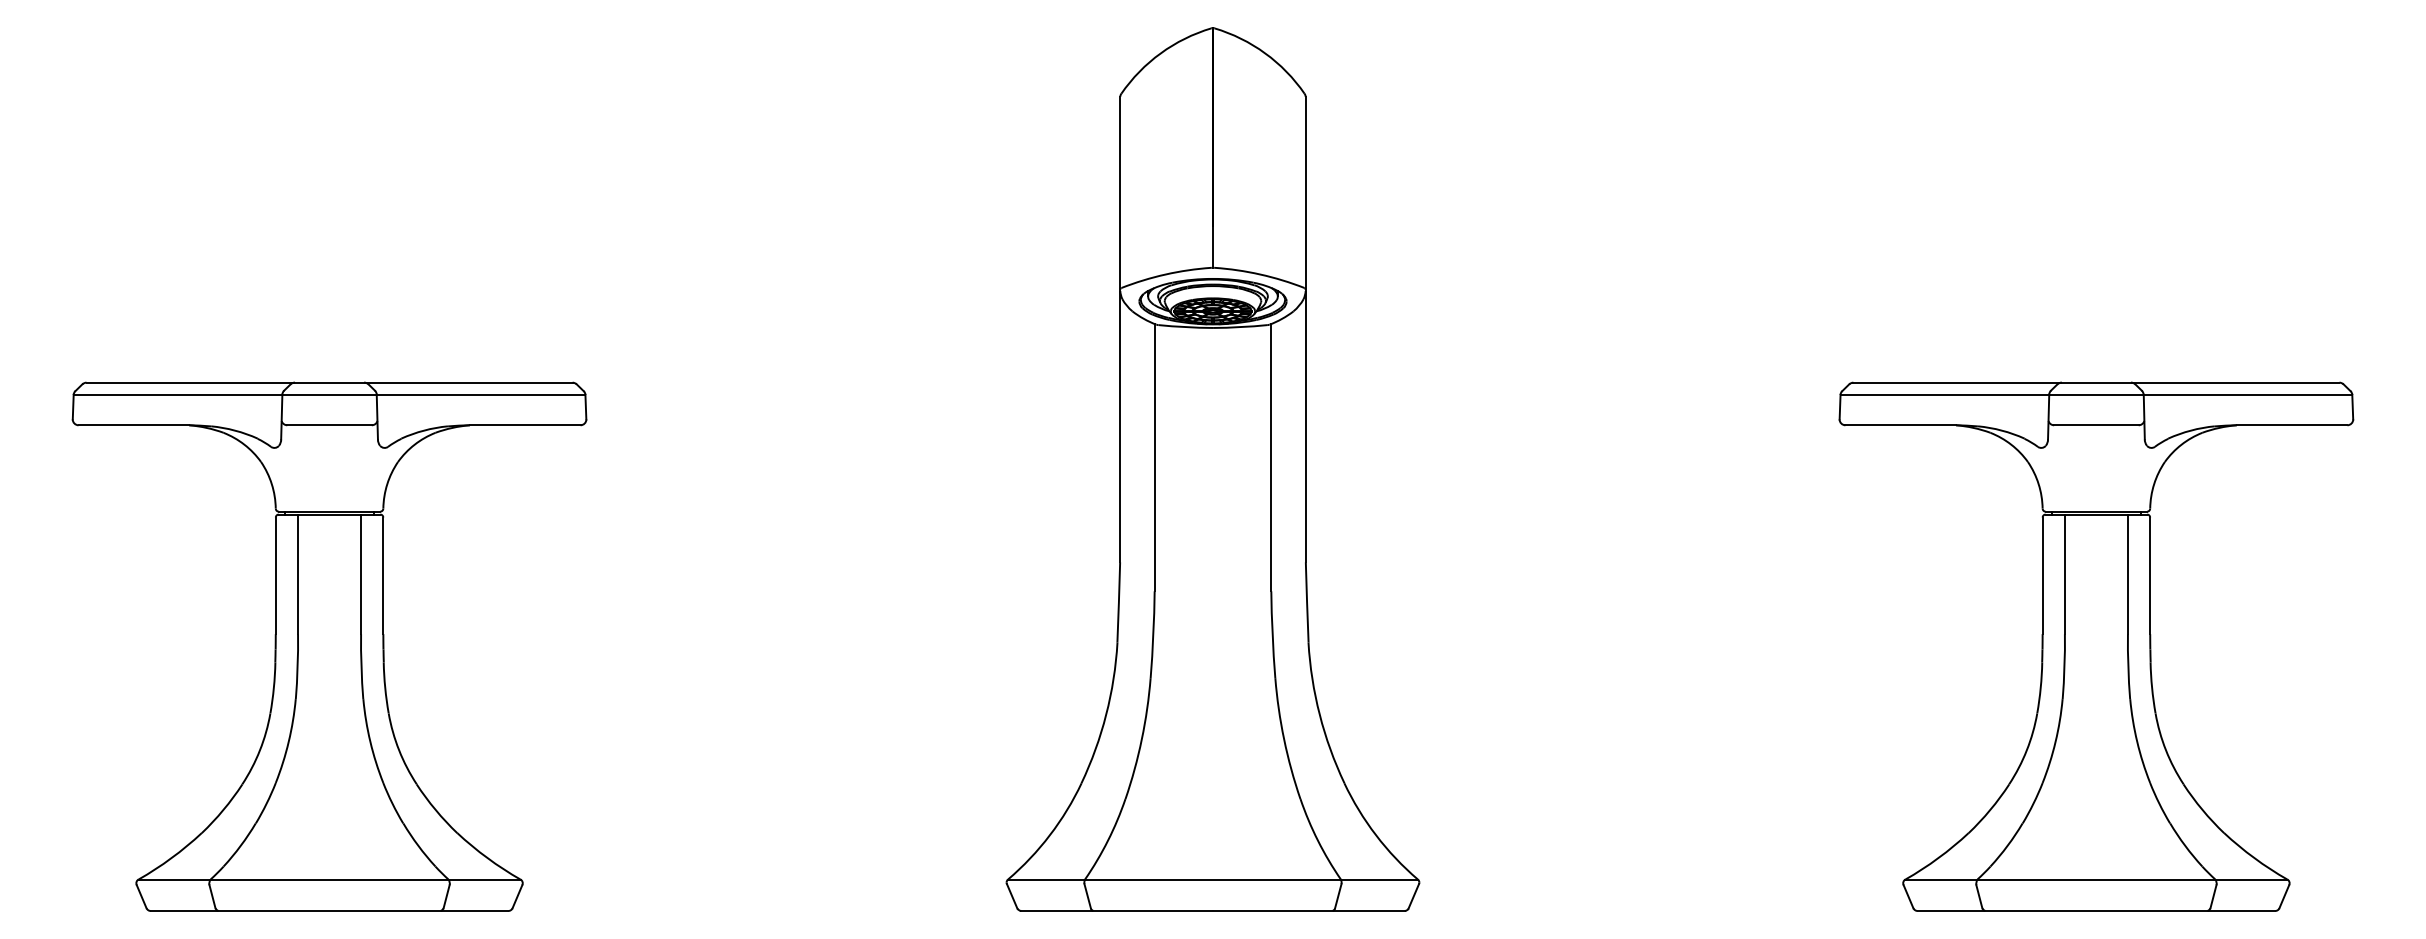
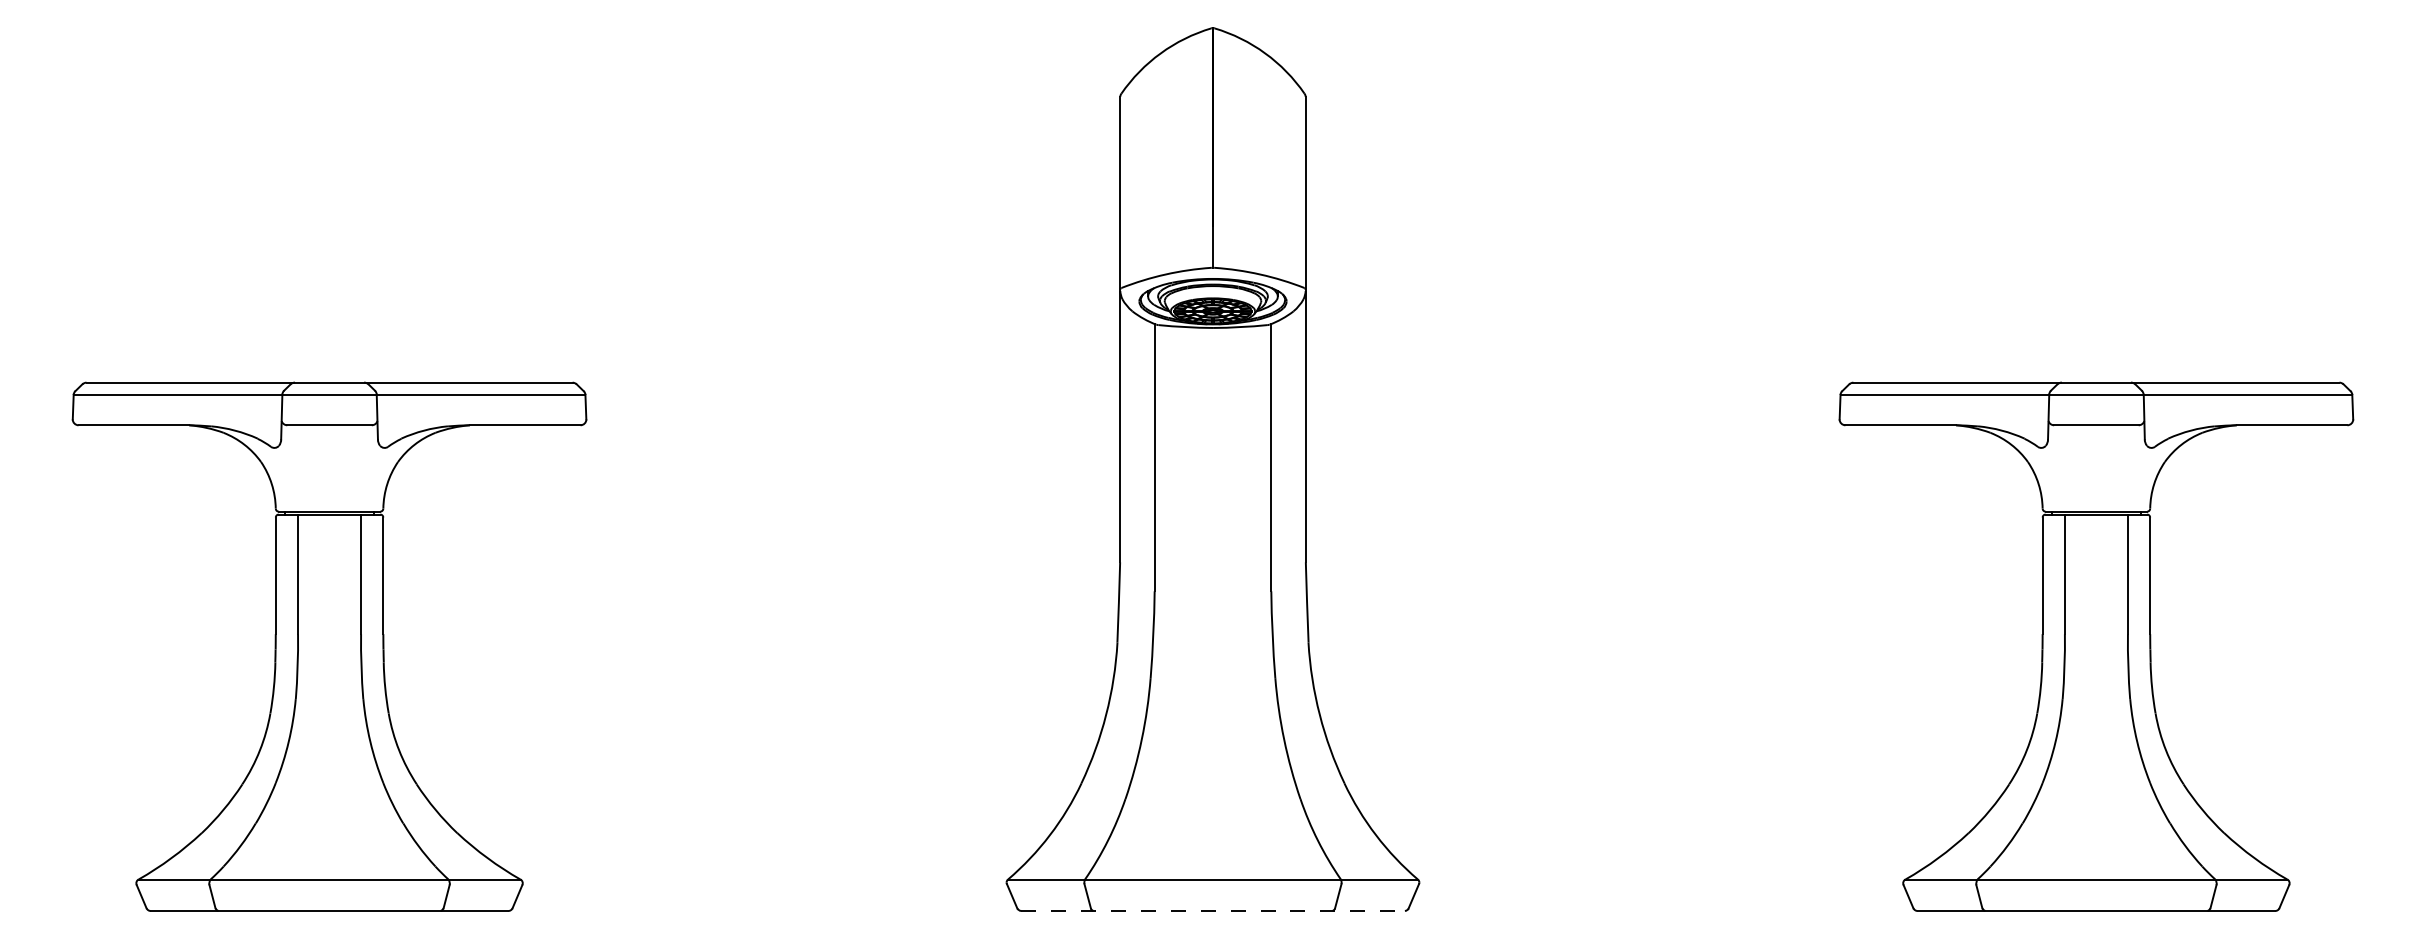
line at (1212, 910): solid -> dashed
